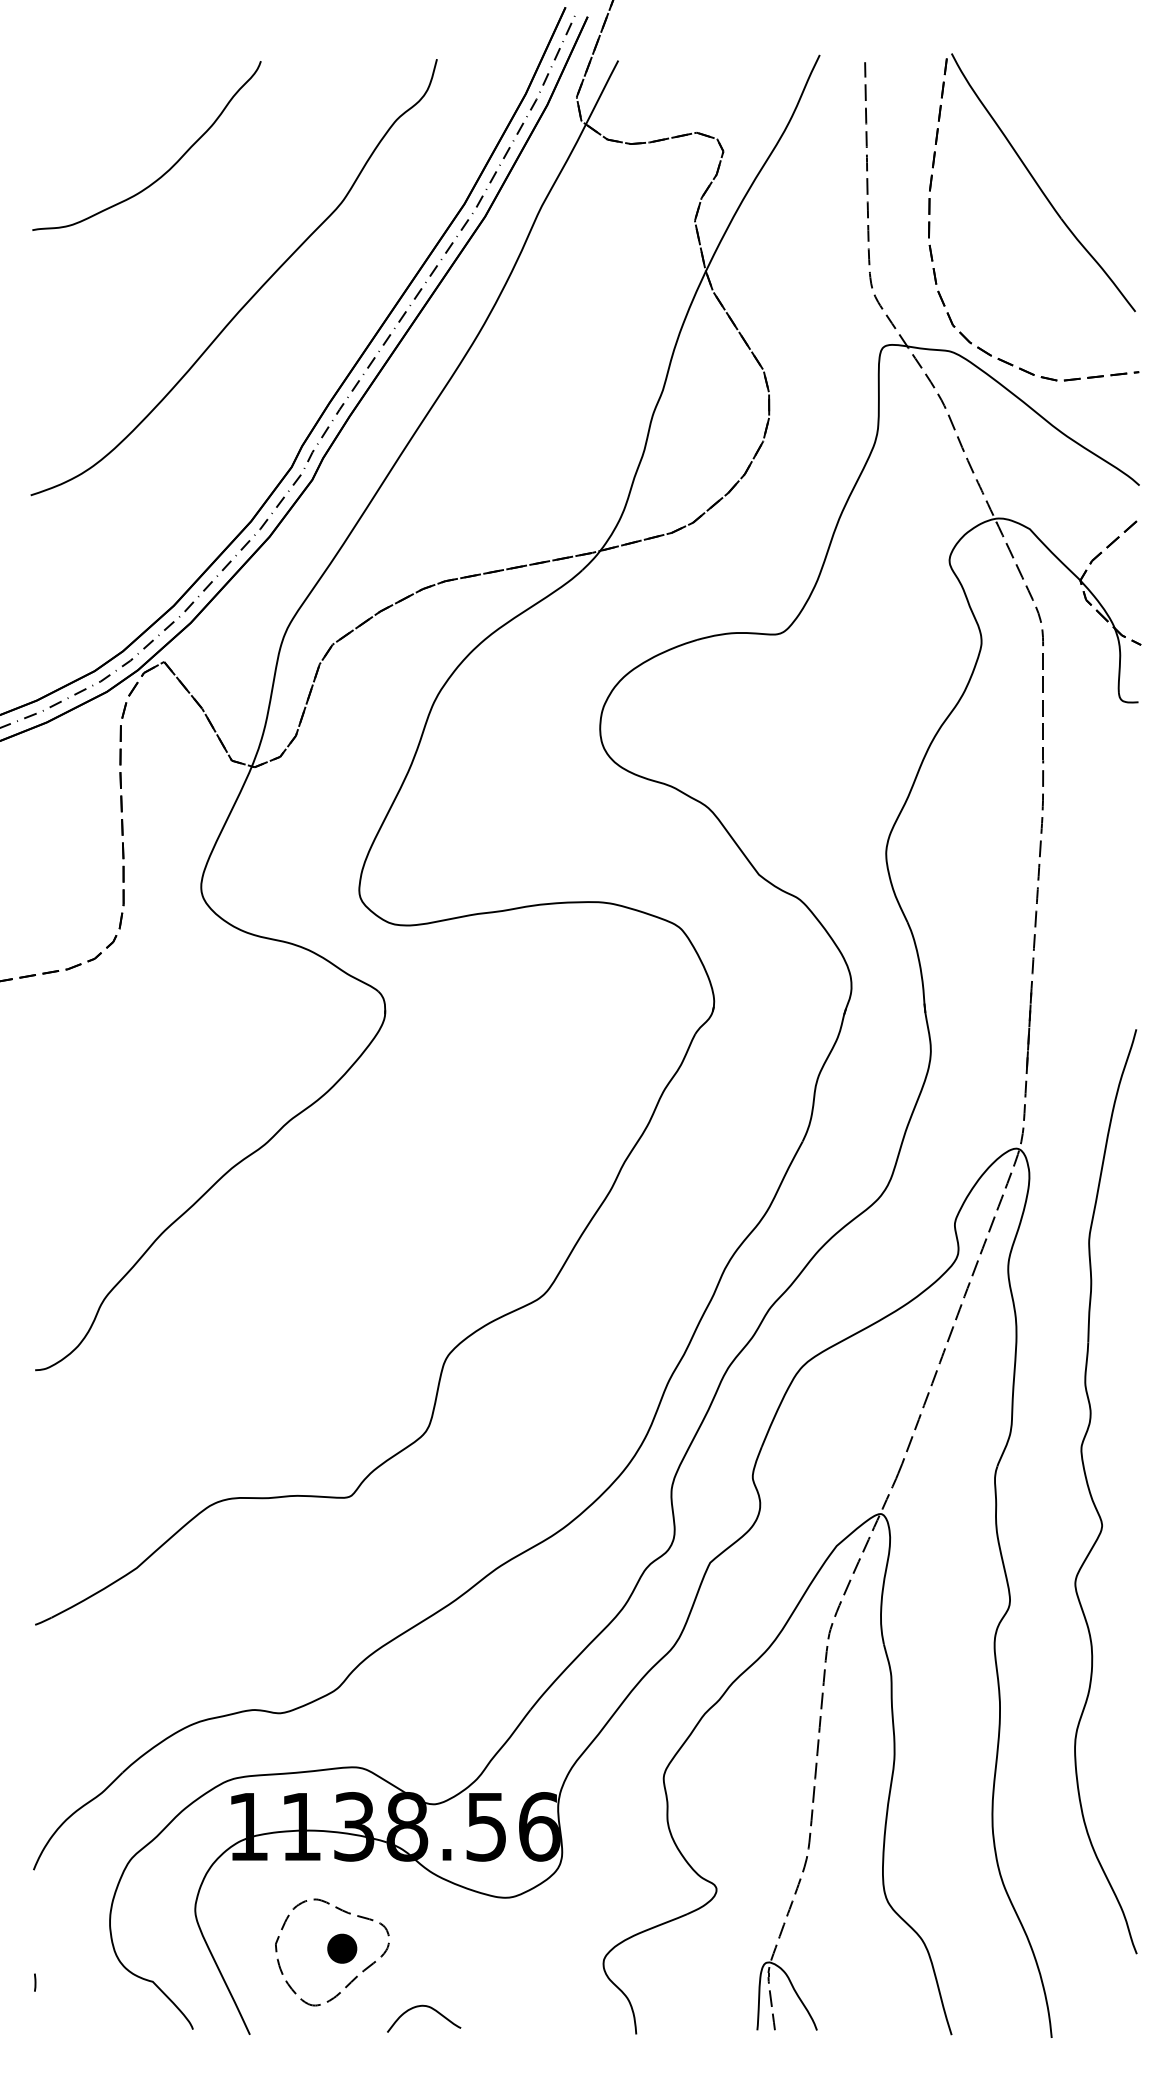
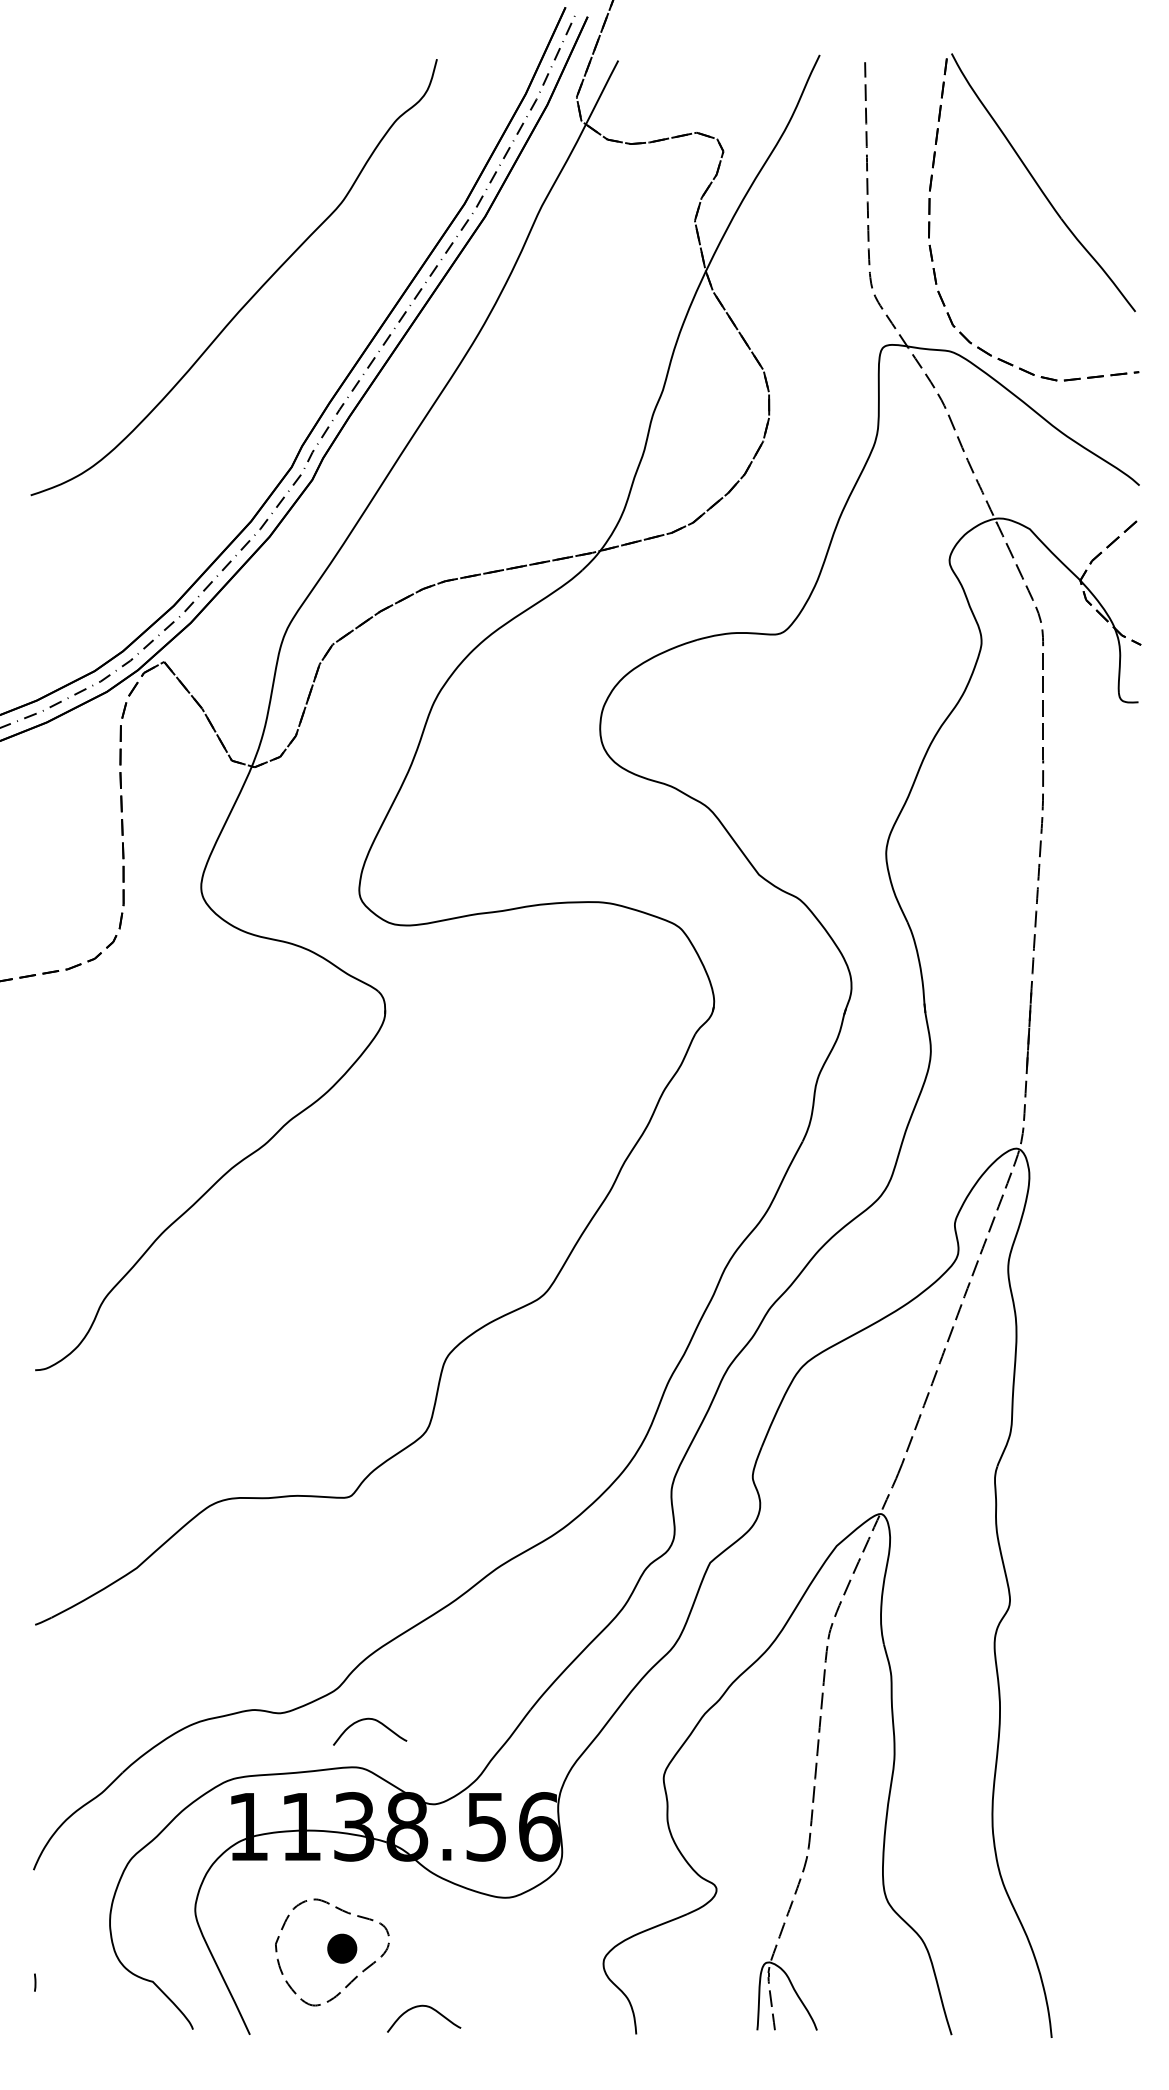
curve at (164, 172): present -> none
part at (1092, 1496): present -> none
curve at (372, 1720): none -> present
